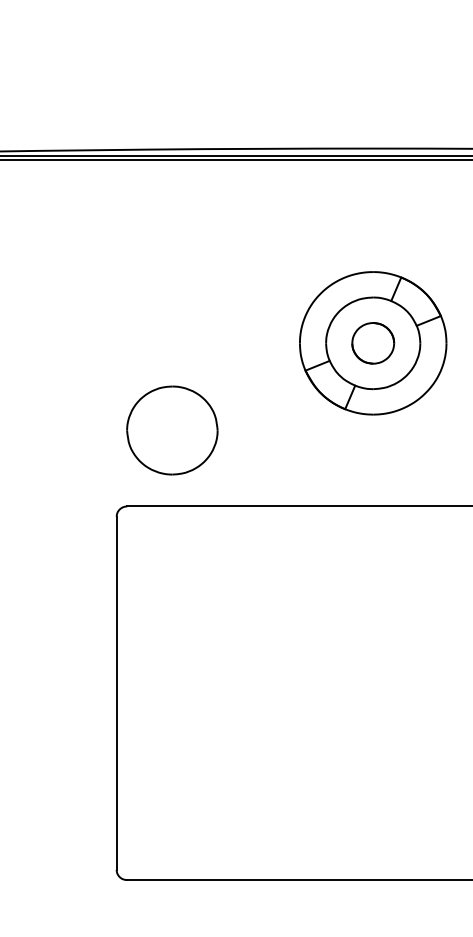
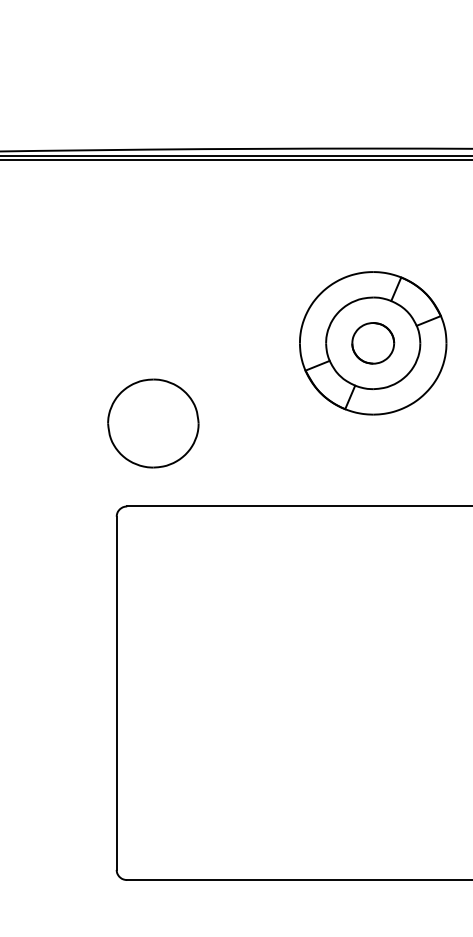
part at (172, 430) position: (172, 430) -> (153, 423)
